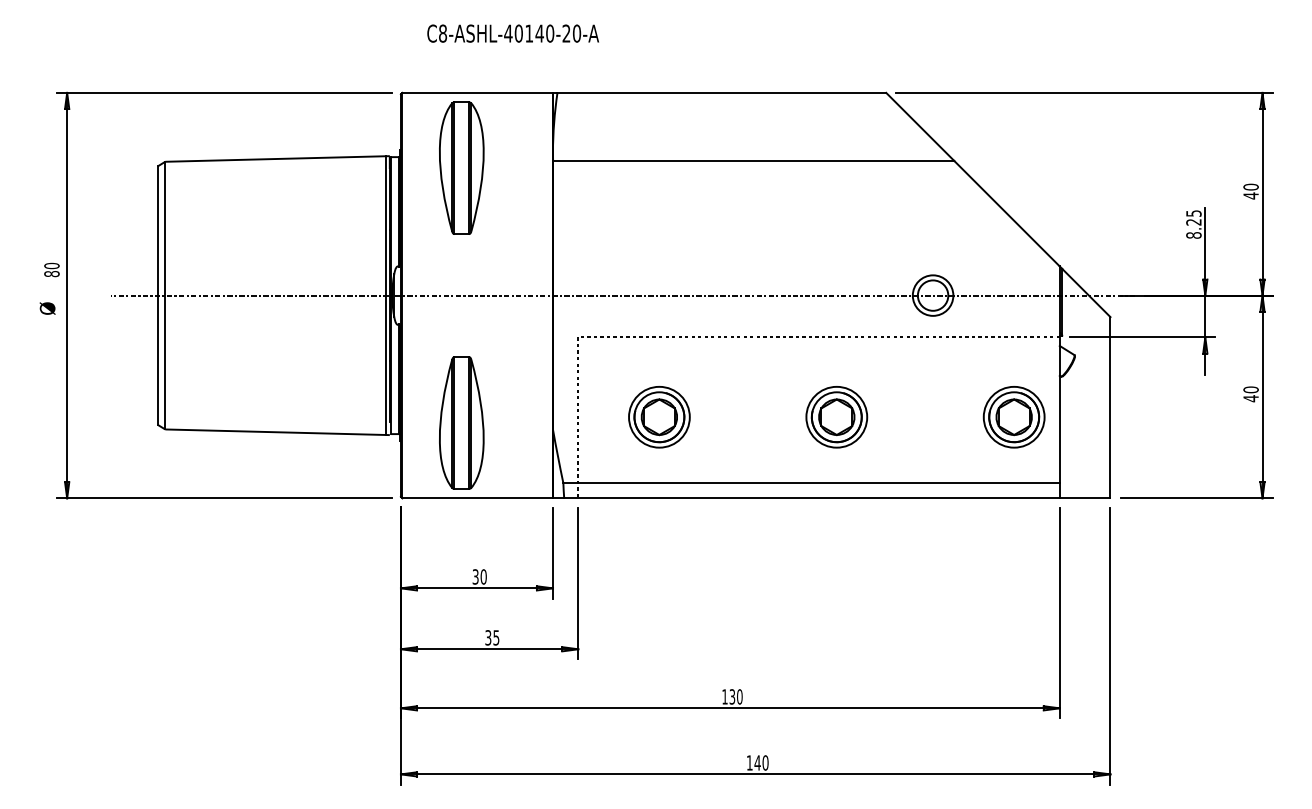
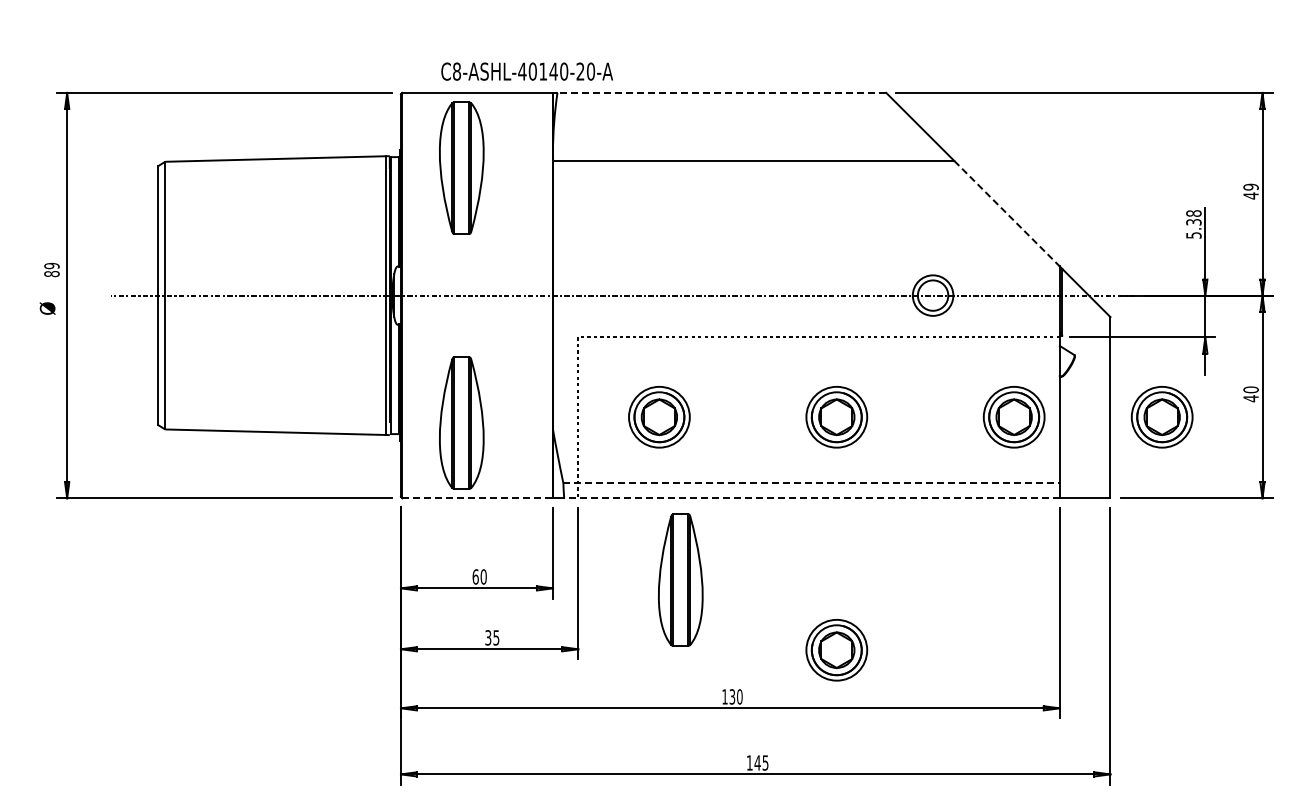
text at (512, 33) position: (512, 33) -> (526, 71)
line at (721, 92): solid -> dashed
text at (1250, 186): 40 -> 49
line at (1007, 213): solid -> dashed
text at (1193, 224): 8.25 -> 5.38
text at (51, 266): 80 -> 89
part at (1161, 417): none -> present
line at (812, 483): solid -> dashed
line at (478, 498): solid -> dashed
line at (812, 498): solid -> dashed
text at (475, 576): 30 -> 60
part at (680, 579): none -> present
part at (836, 650): none -> present
text at (765, 762): 140 -> 145
